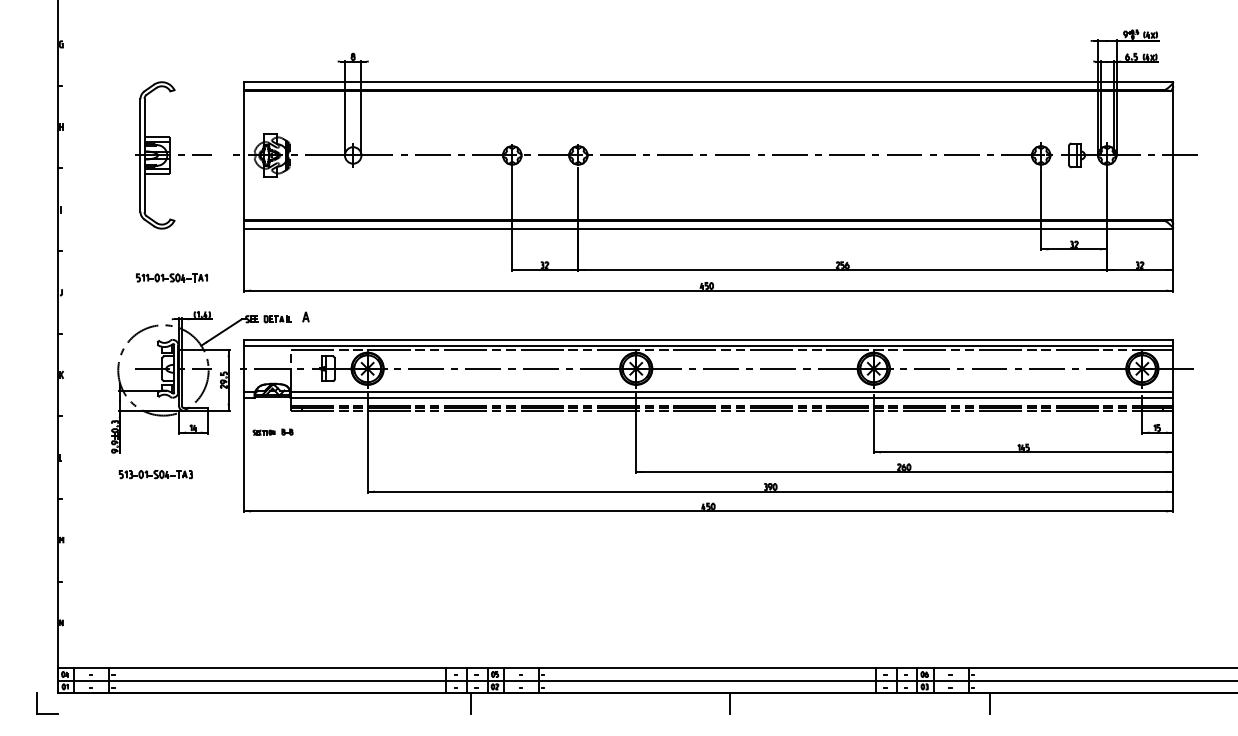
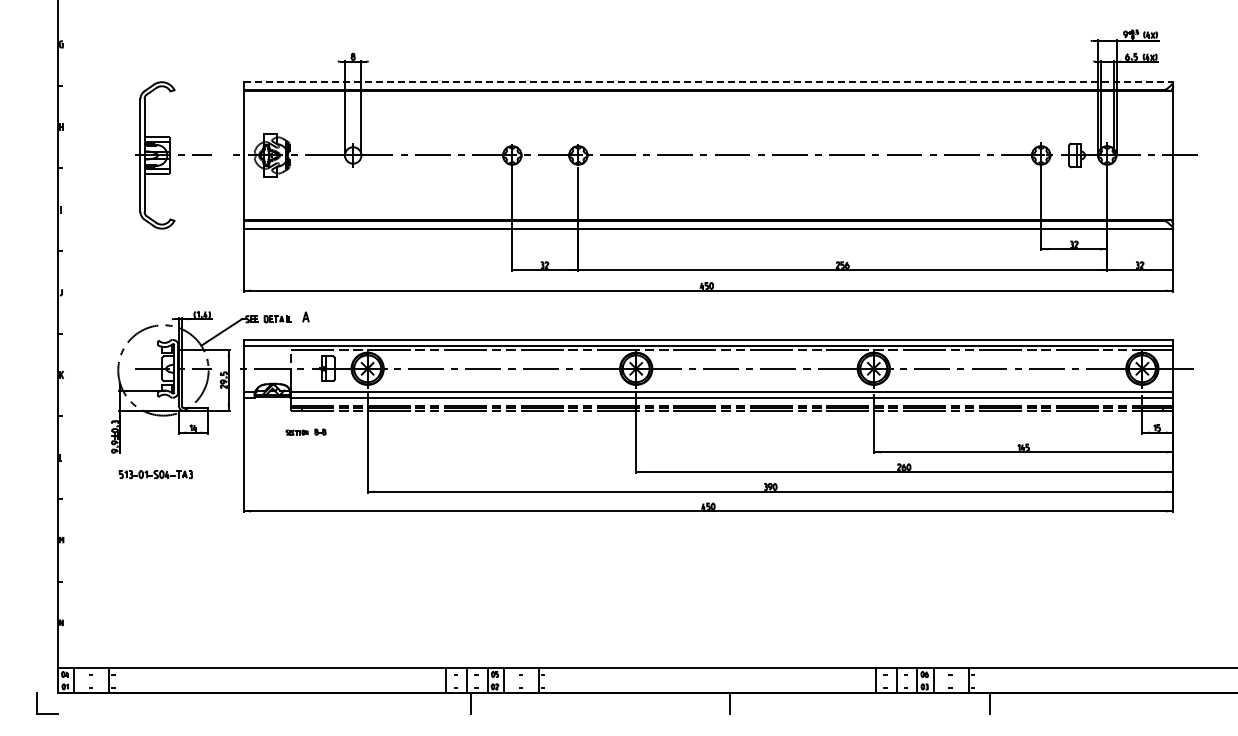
line at (708, 82): solid -> dashed
part at (171, 277): present -> none
part at (272, 431) position: (272, 431) -> (305, 431)
line at (645, 680): present -> none
